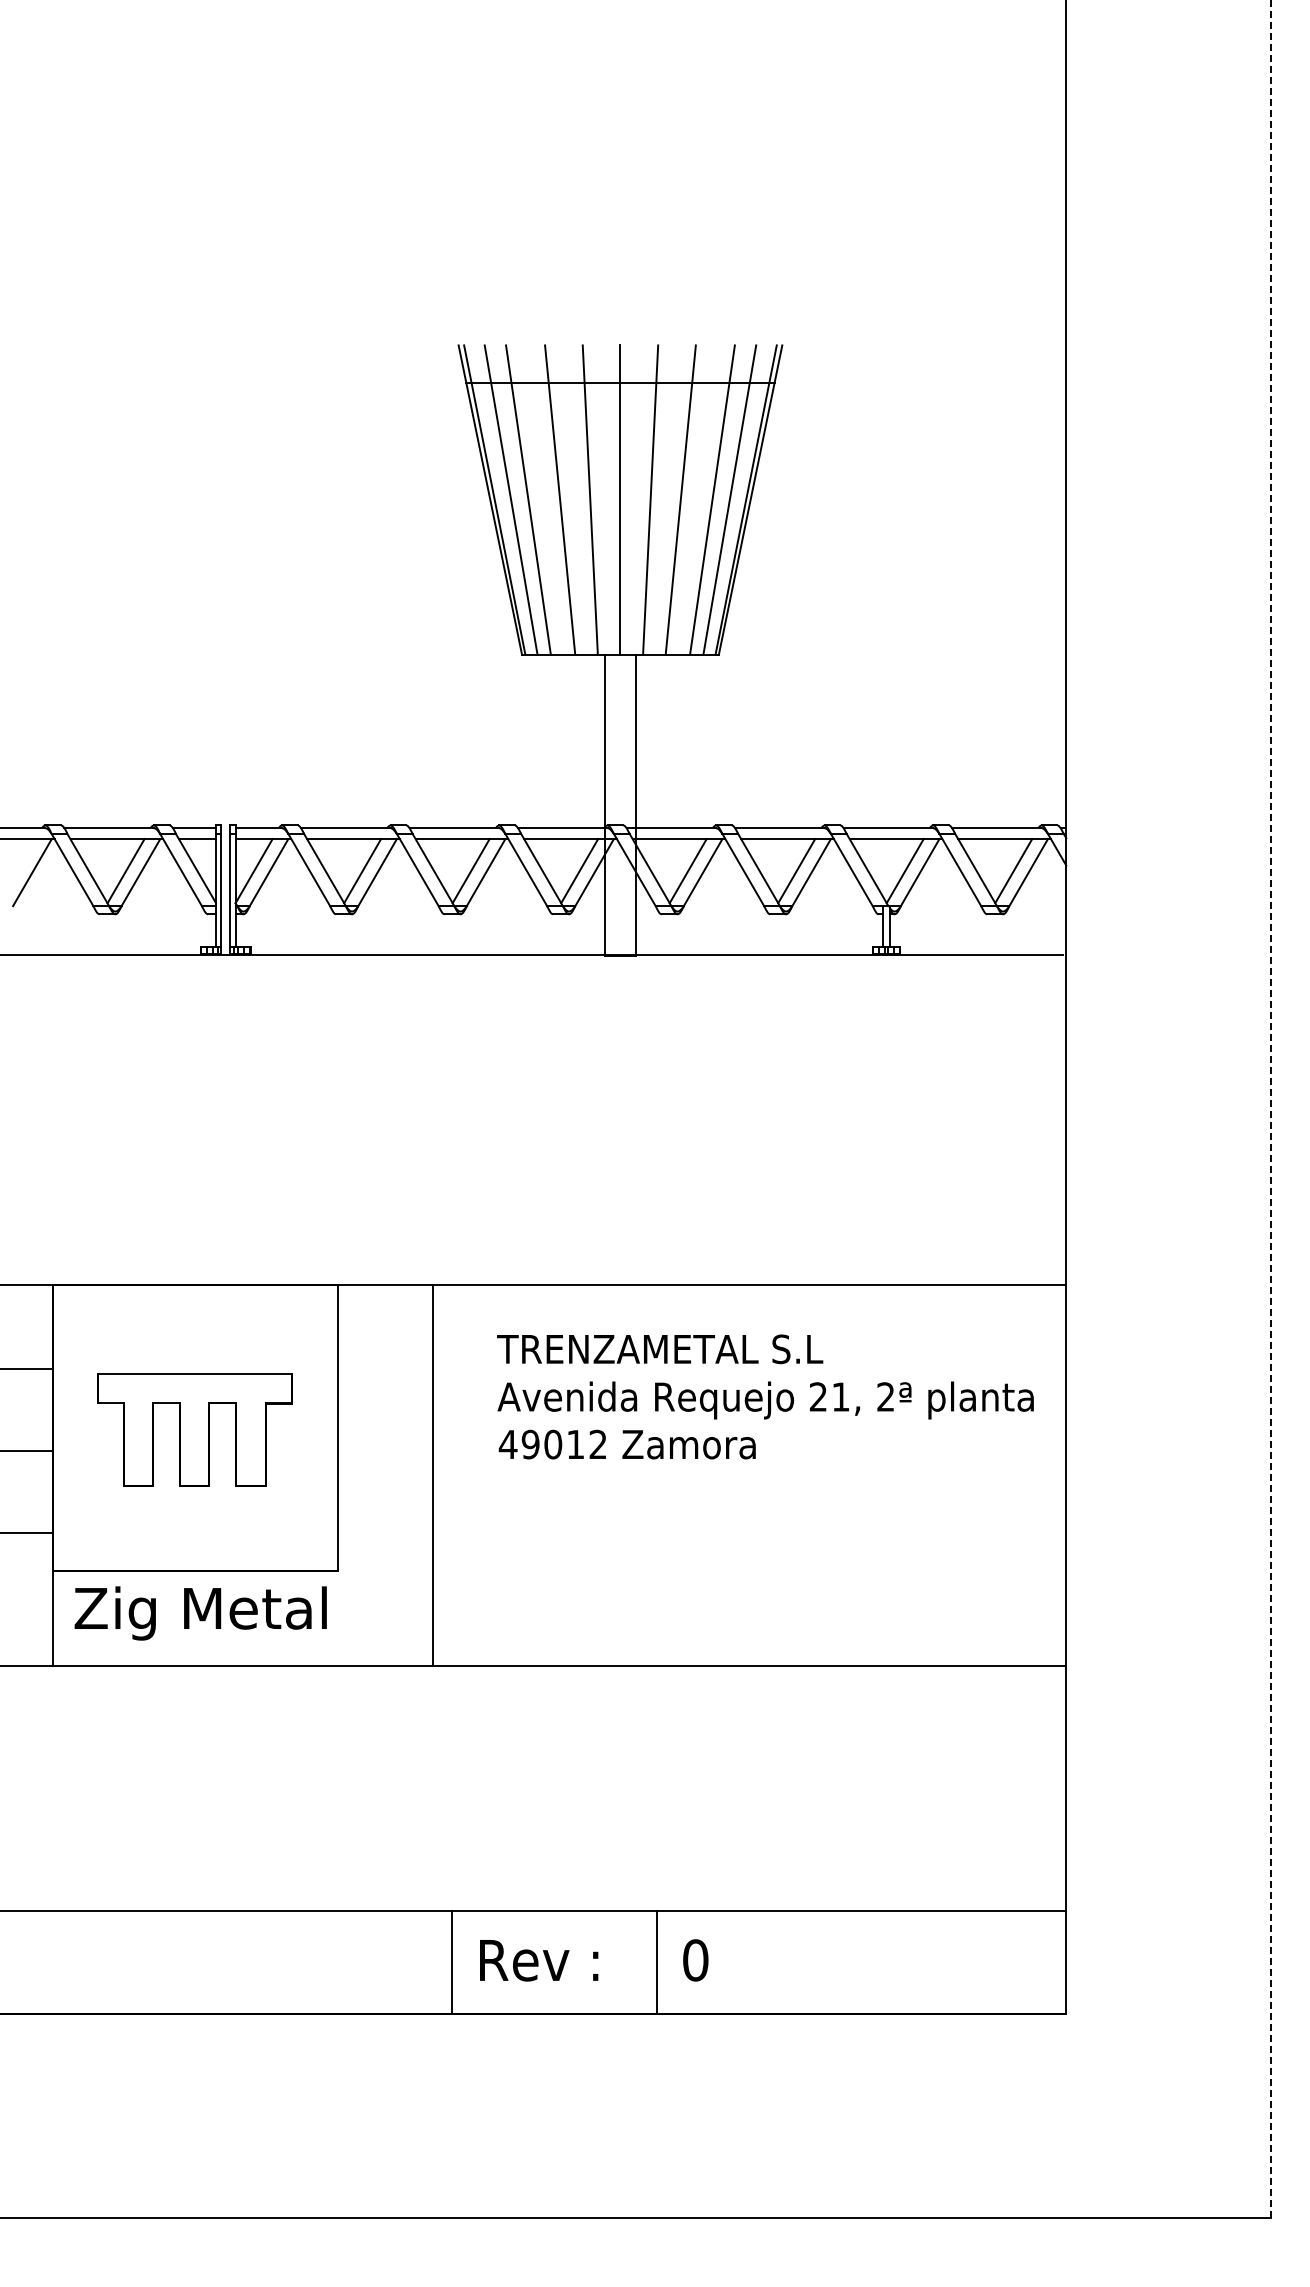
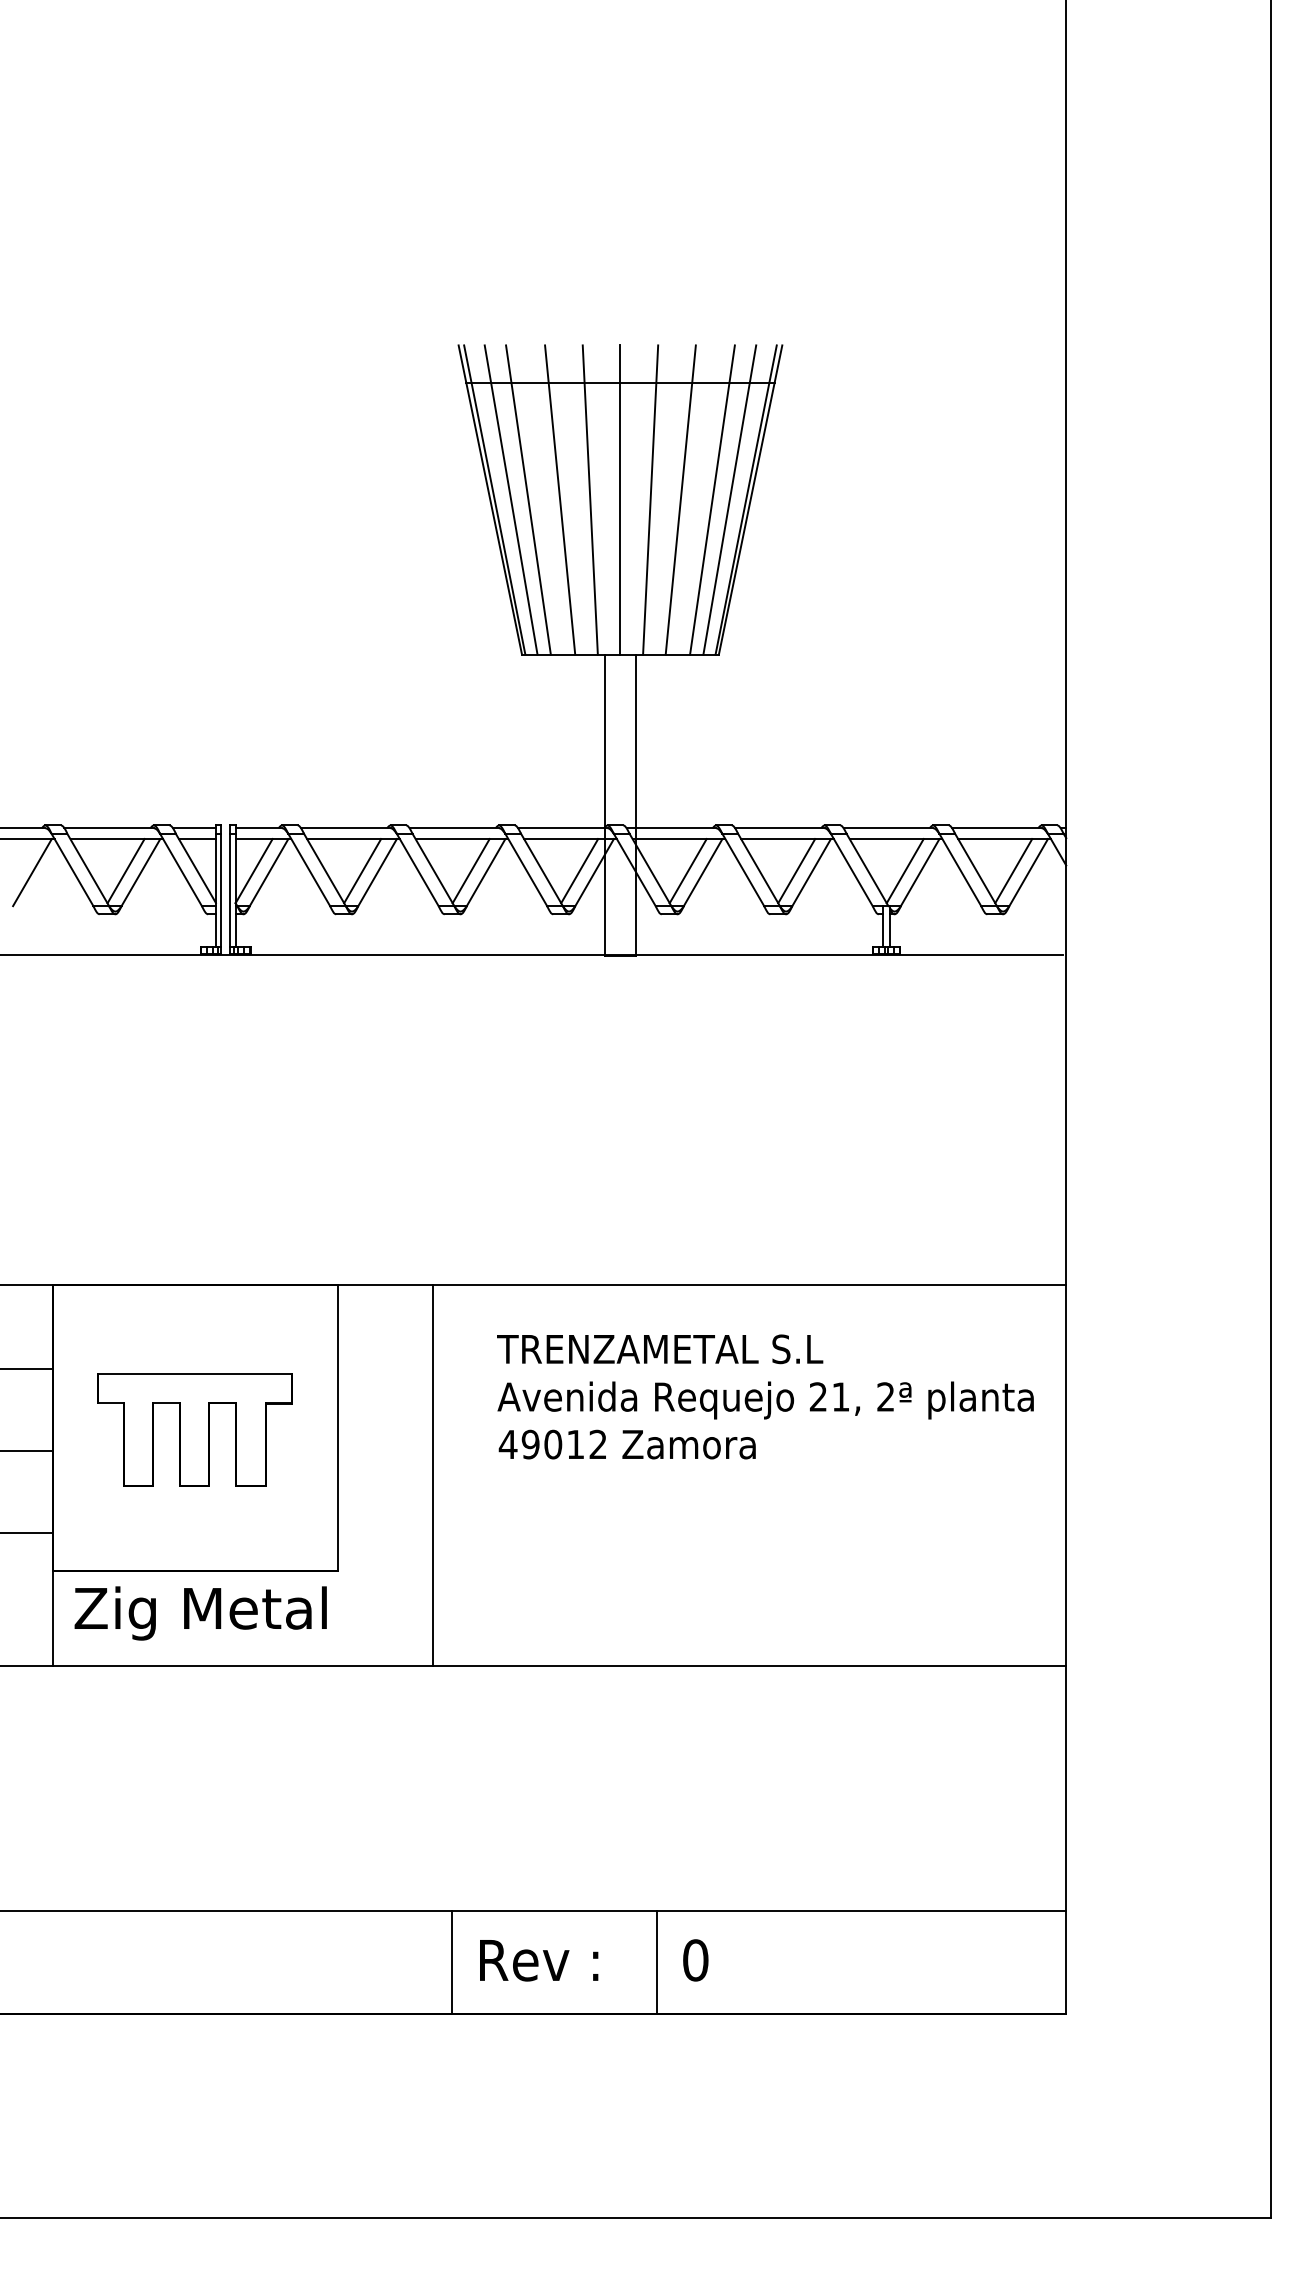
line at (1271, 1109): dashed -> solid
